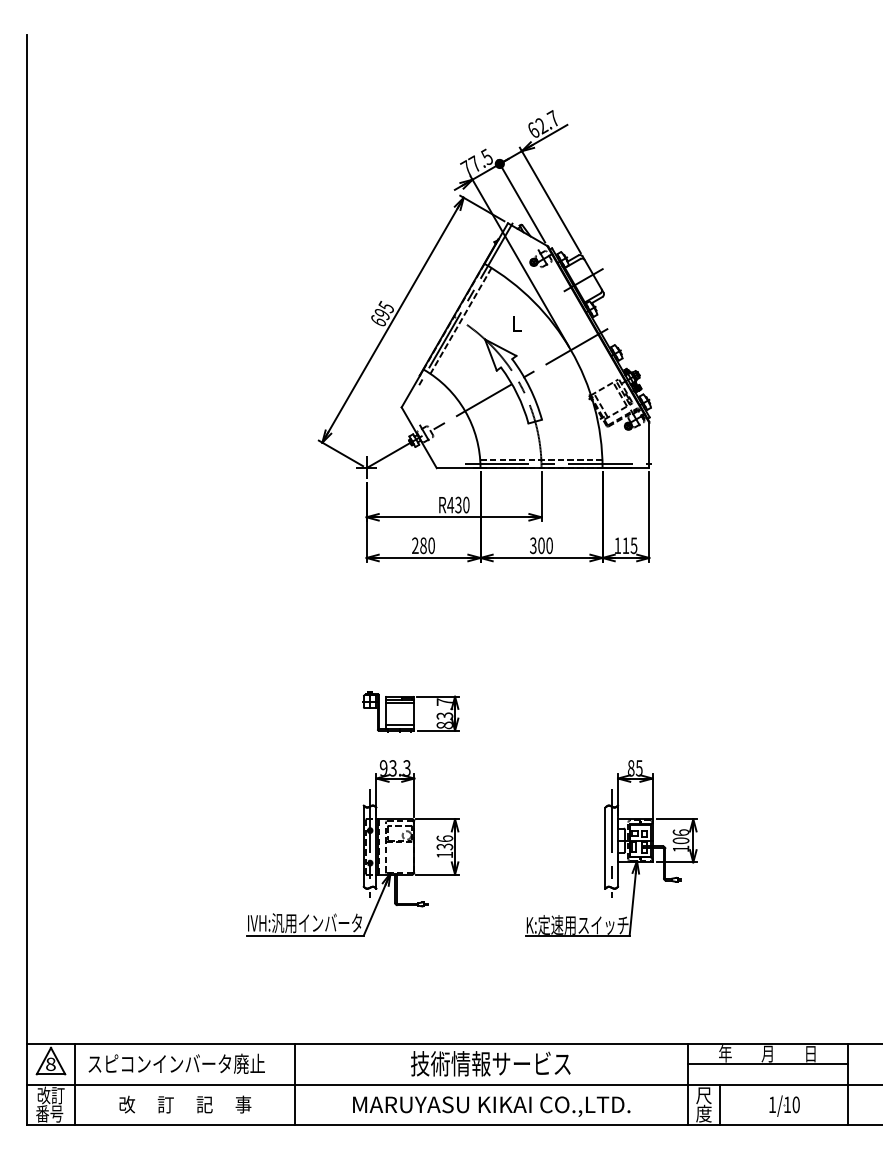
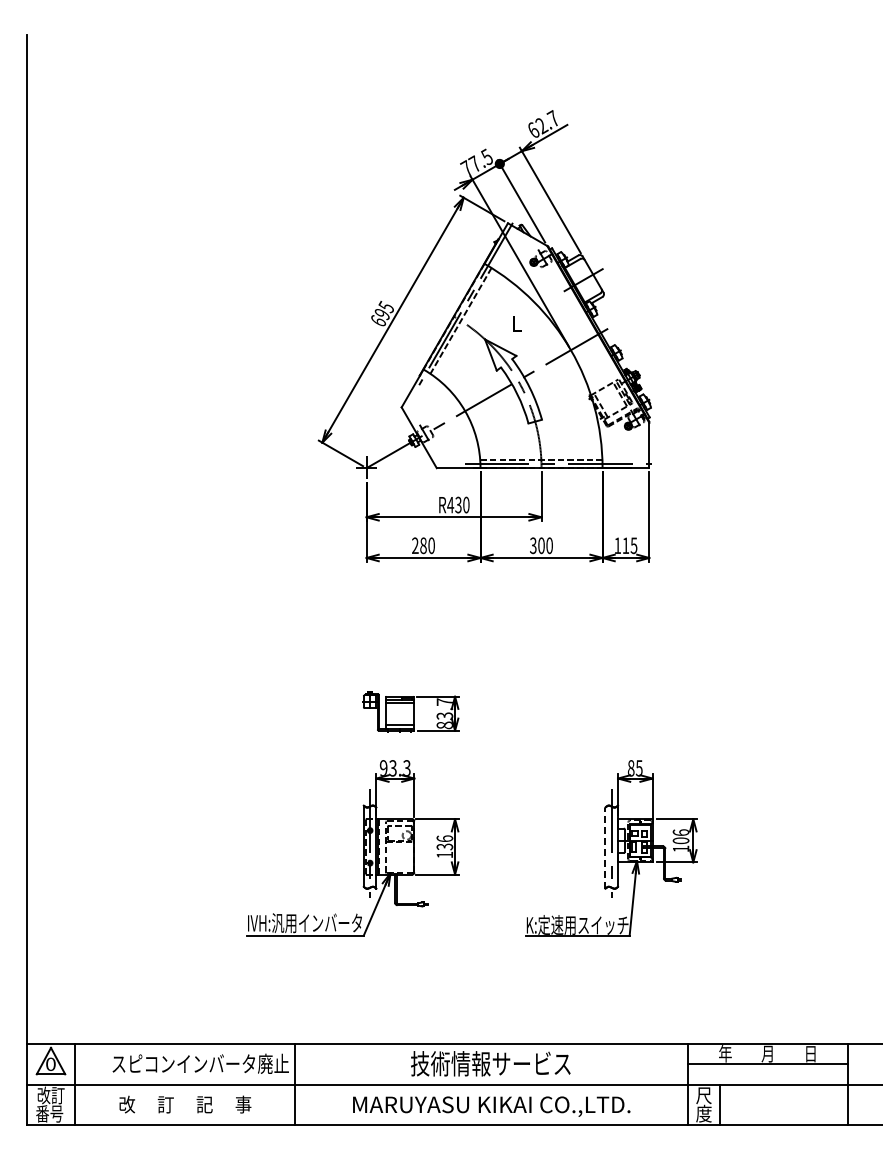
line at (605, 848): solid -> dashed
text at (176, 1063) position: (176, 1063) -> (200, 1063)
text at (50, 1064): 8 -> 0
part at (784, 1105): present -> none
